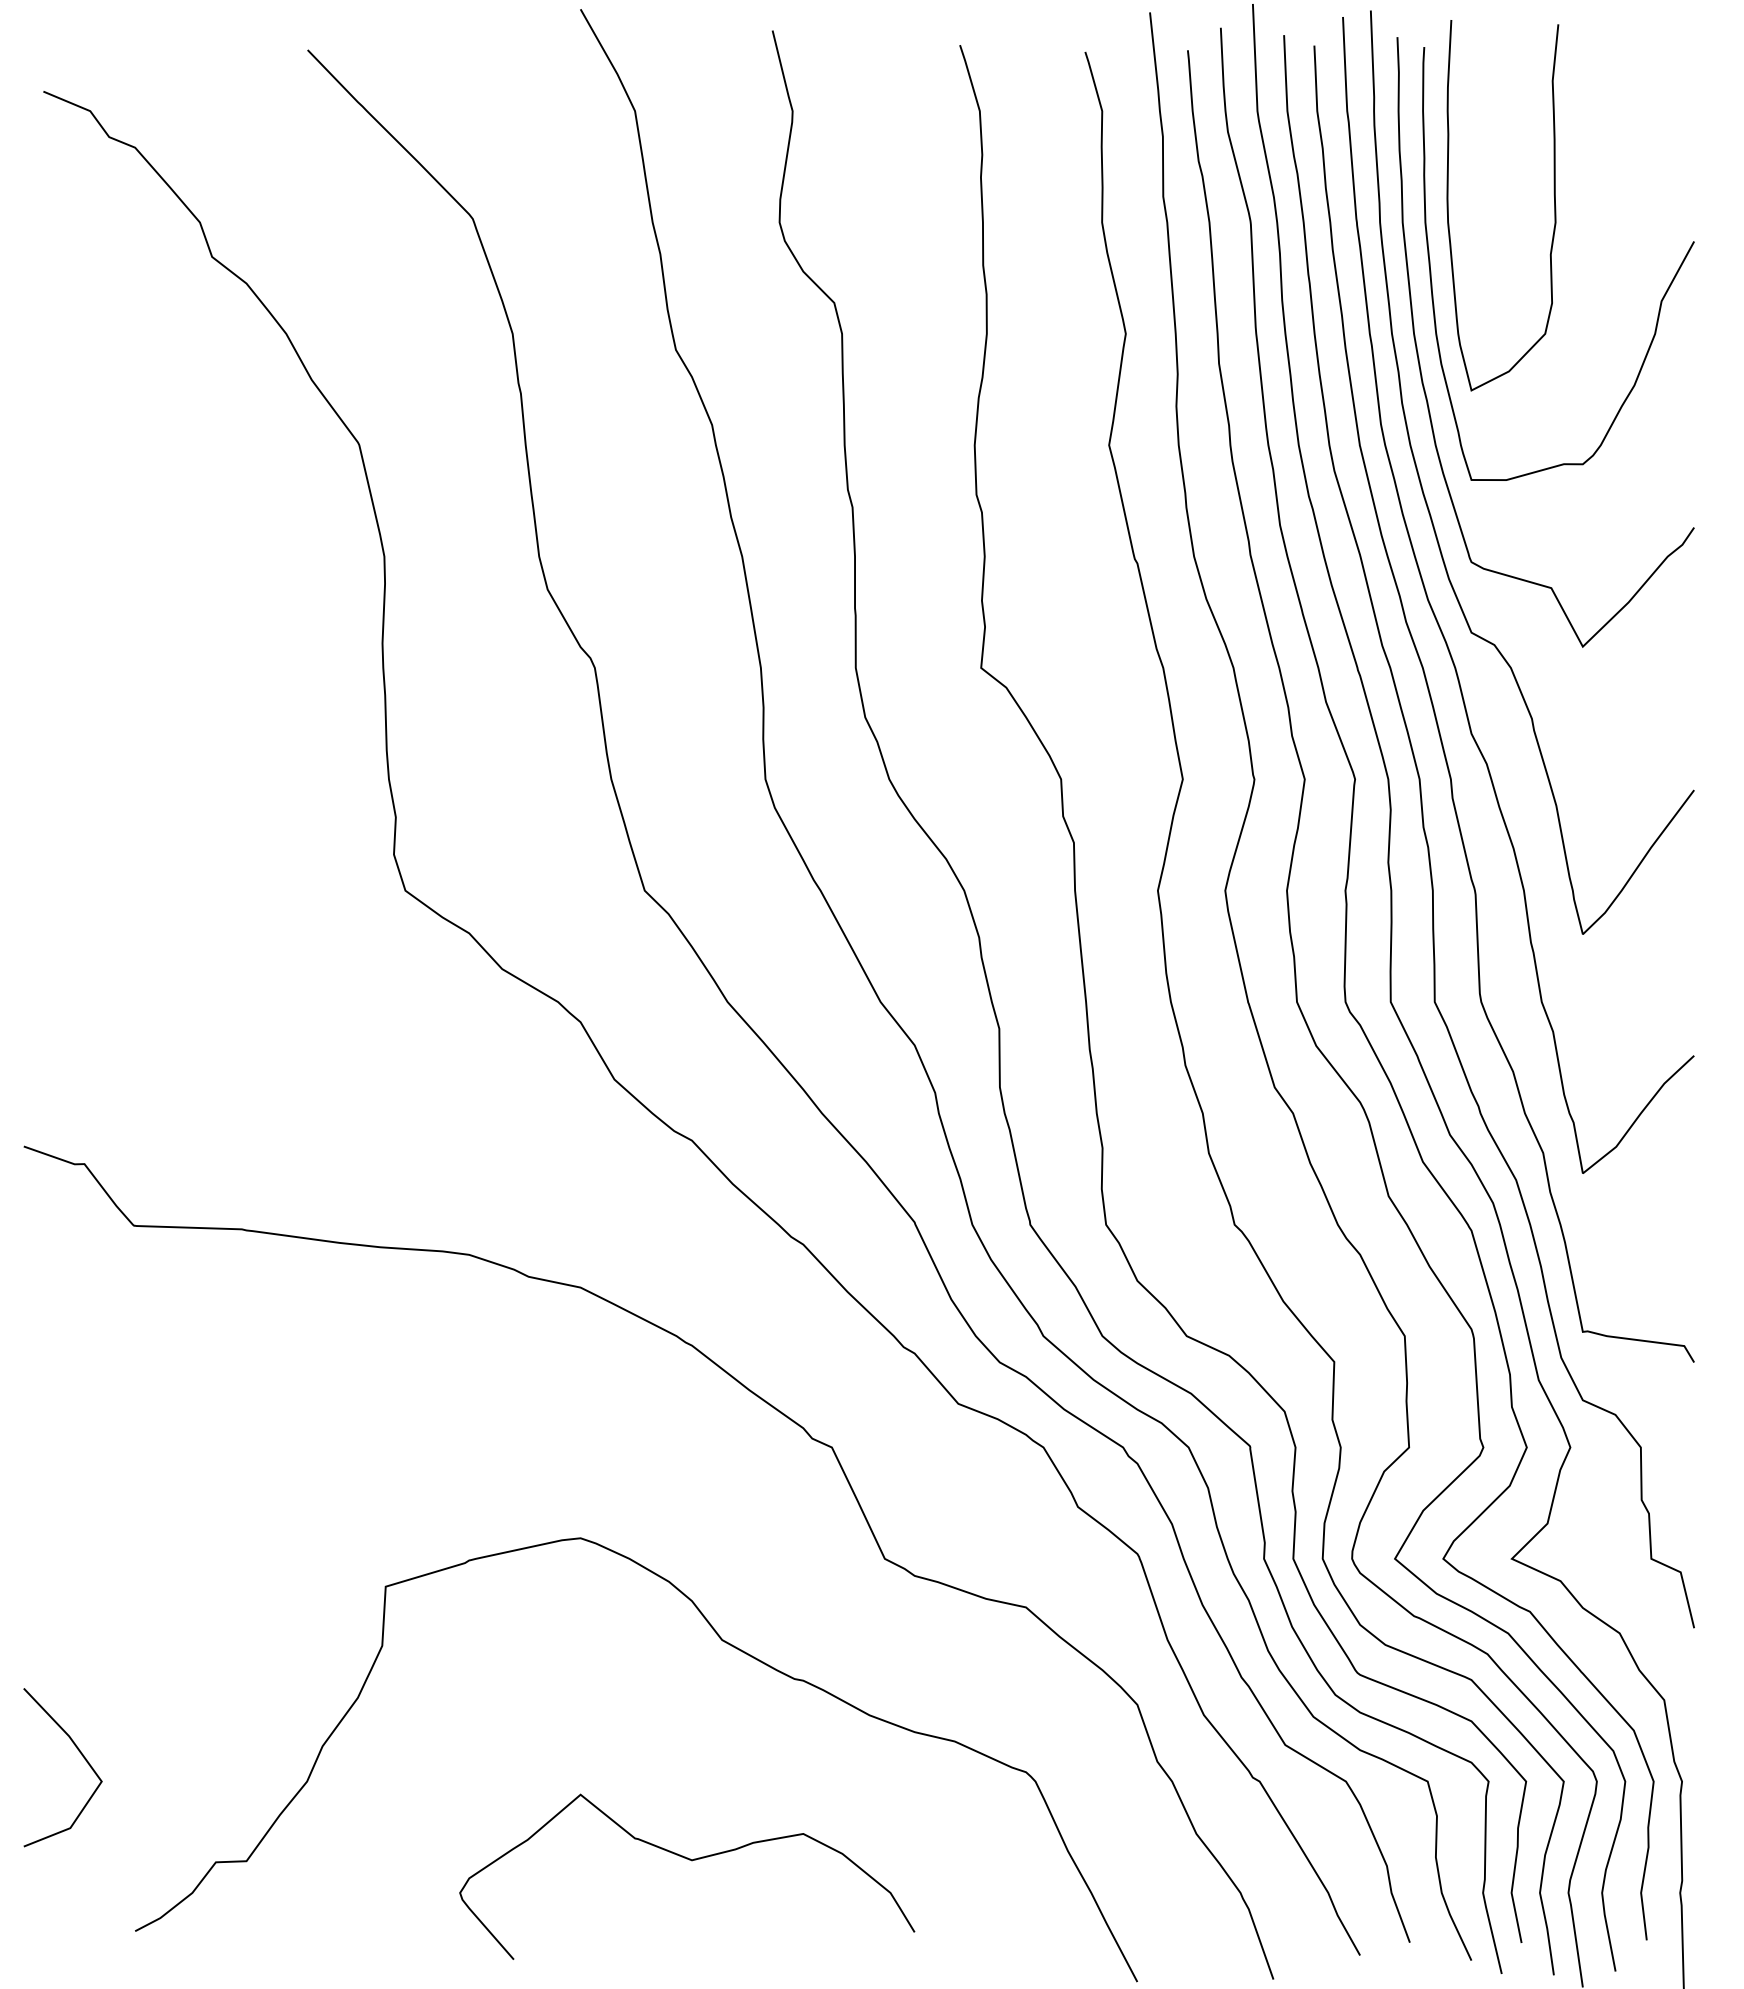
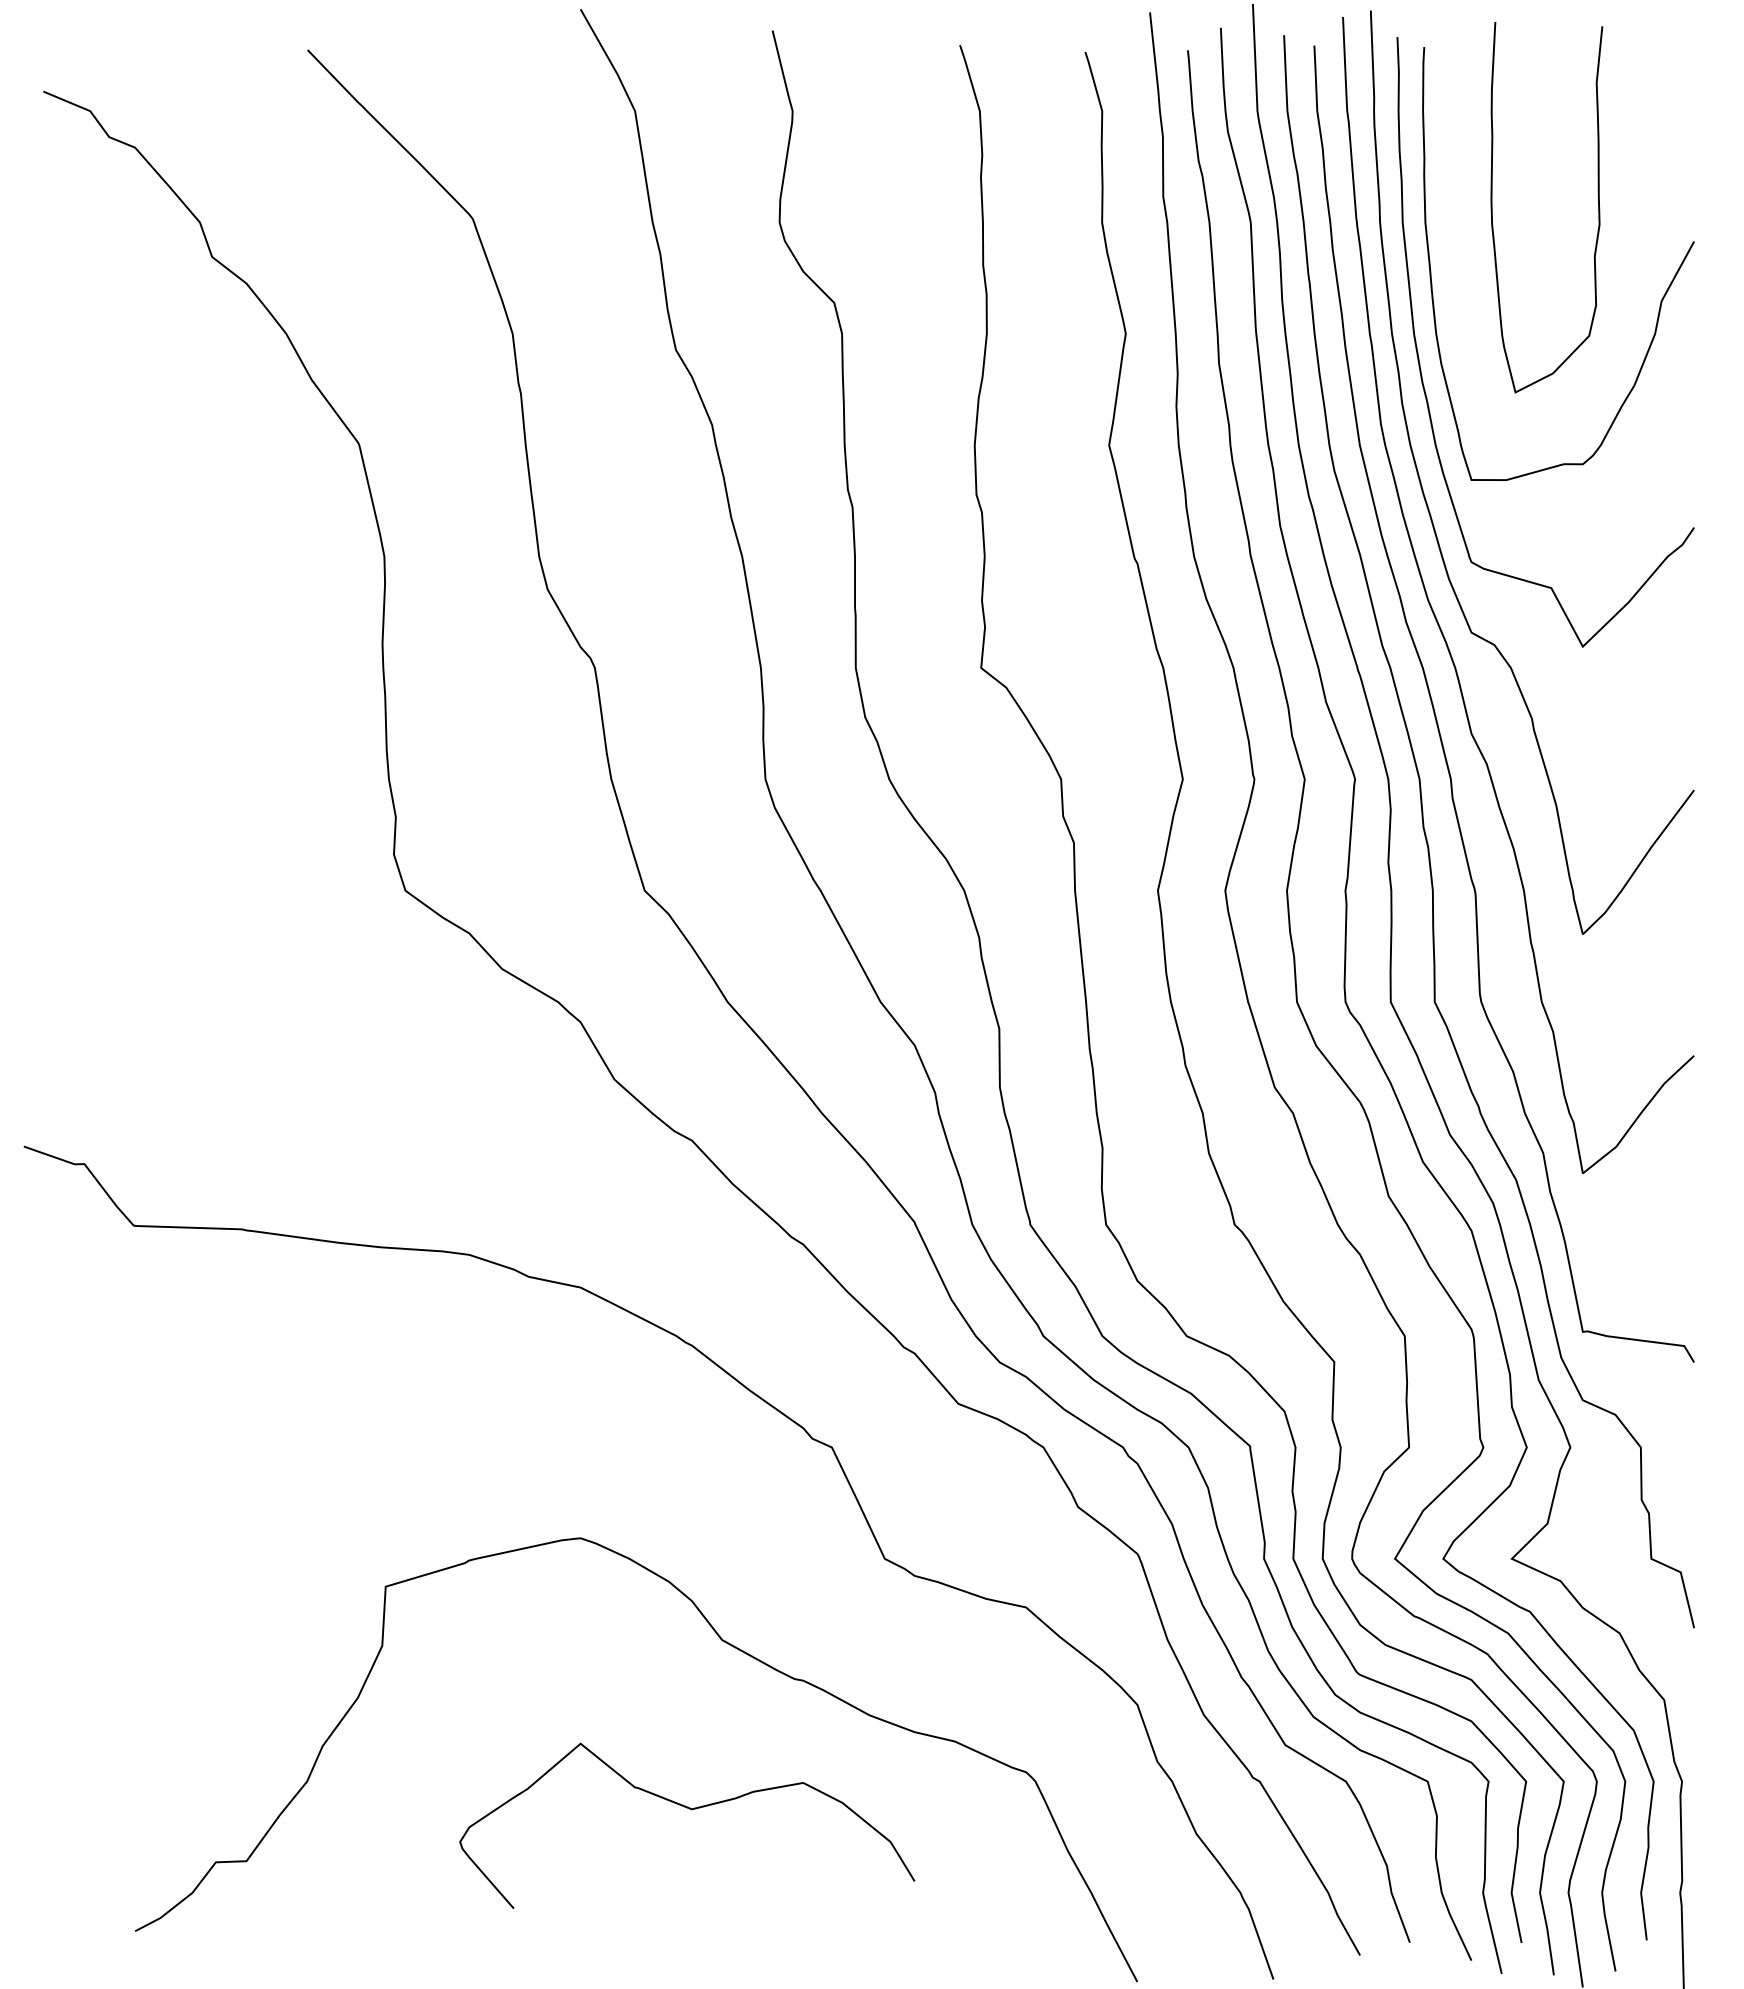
curve at (1554, 205) position: (1554, 205) -> (1598, 207)
line at (81, 1755): present -> none
curve at (691, 1861) position: (691, 1861) -> (691, 1810)
